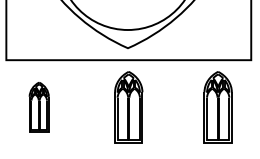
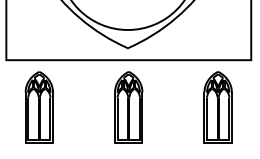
part at (38, 107) size: 22x51 px -> 30x73 px
